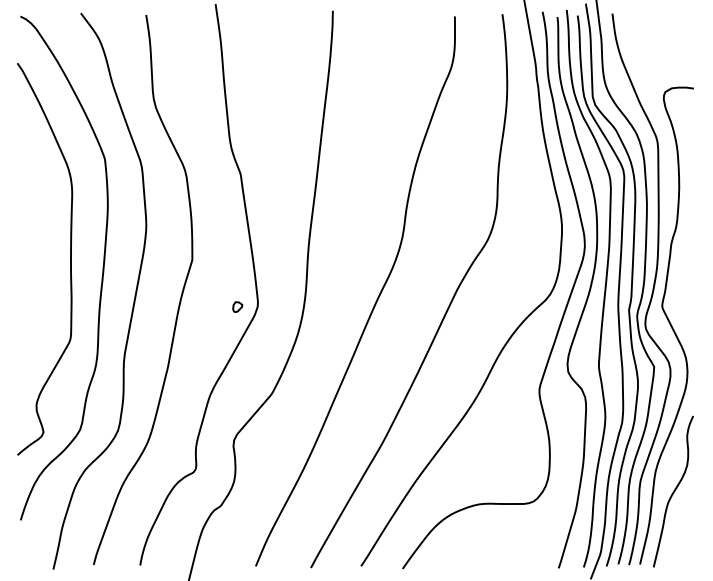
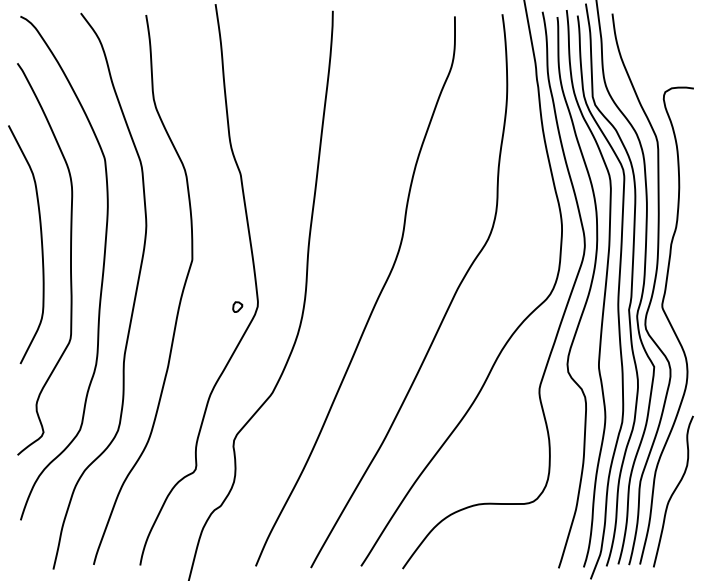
curve at (40, 239): none -> present
